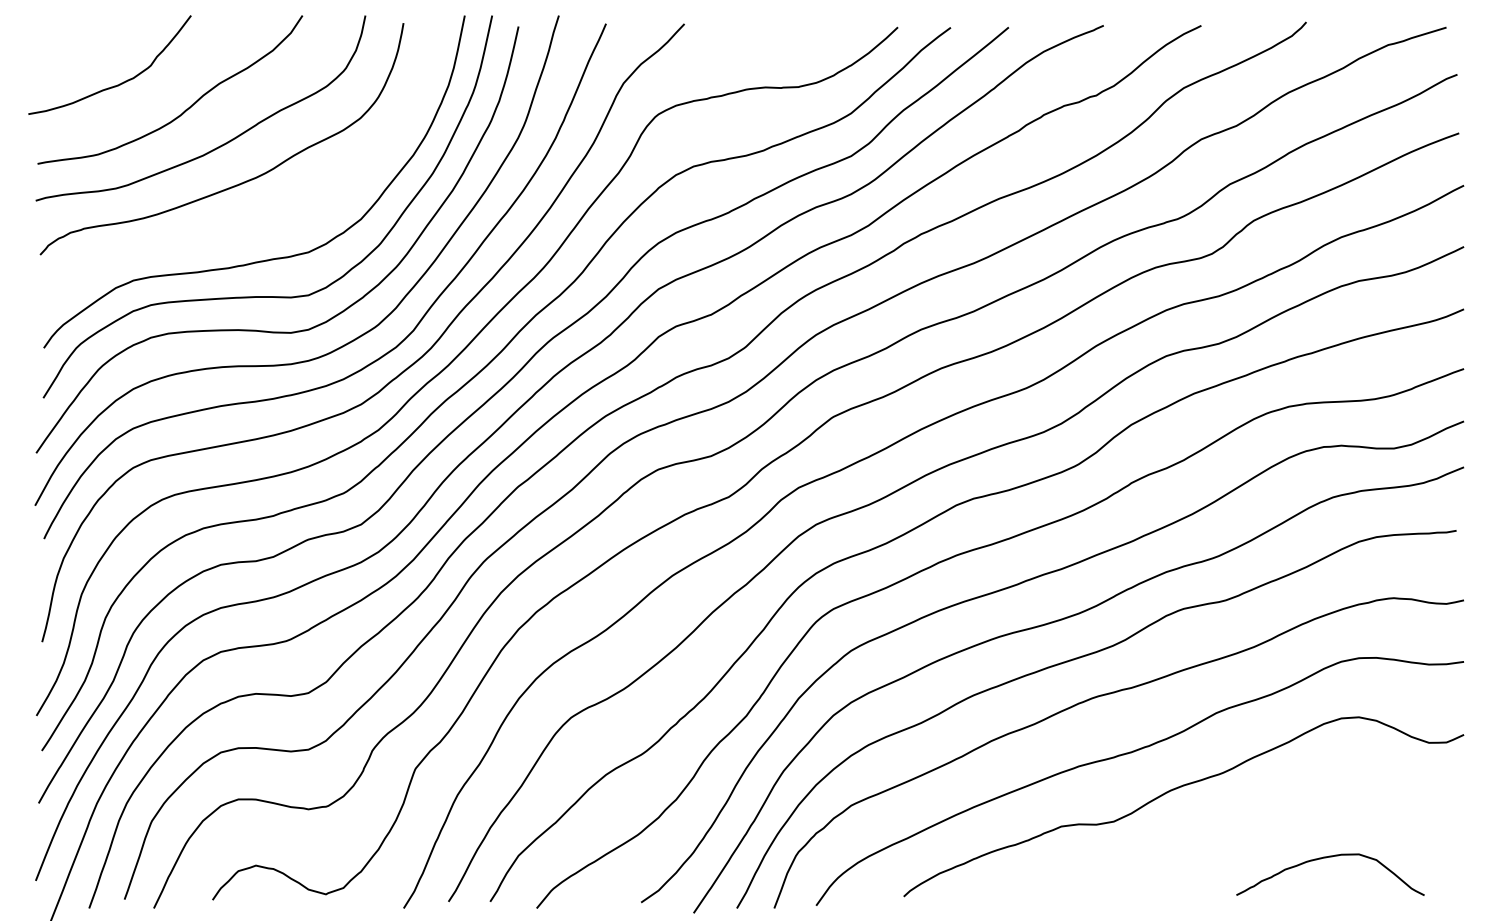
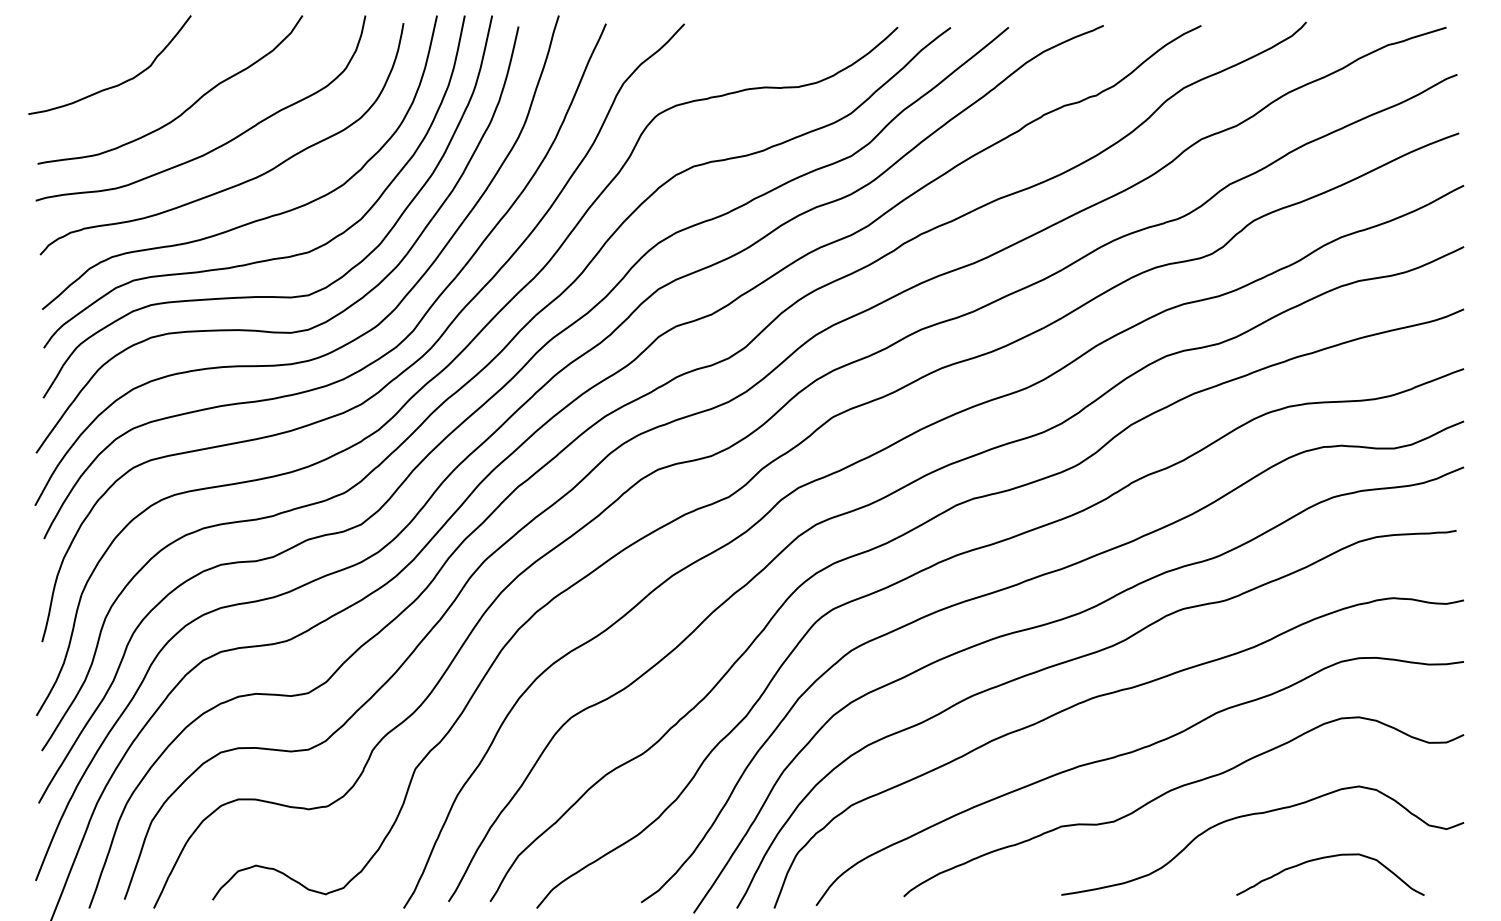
curve at (257, 219): none -> present
curve at (1260, 814): none -> present
